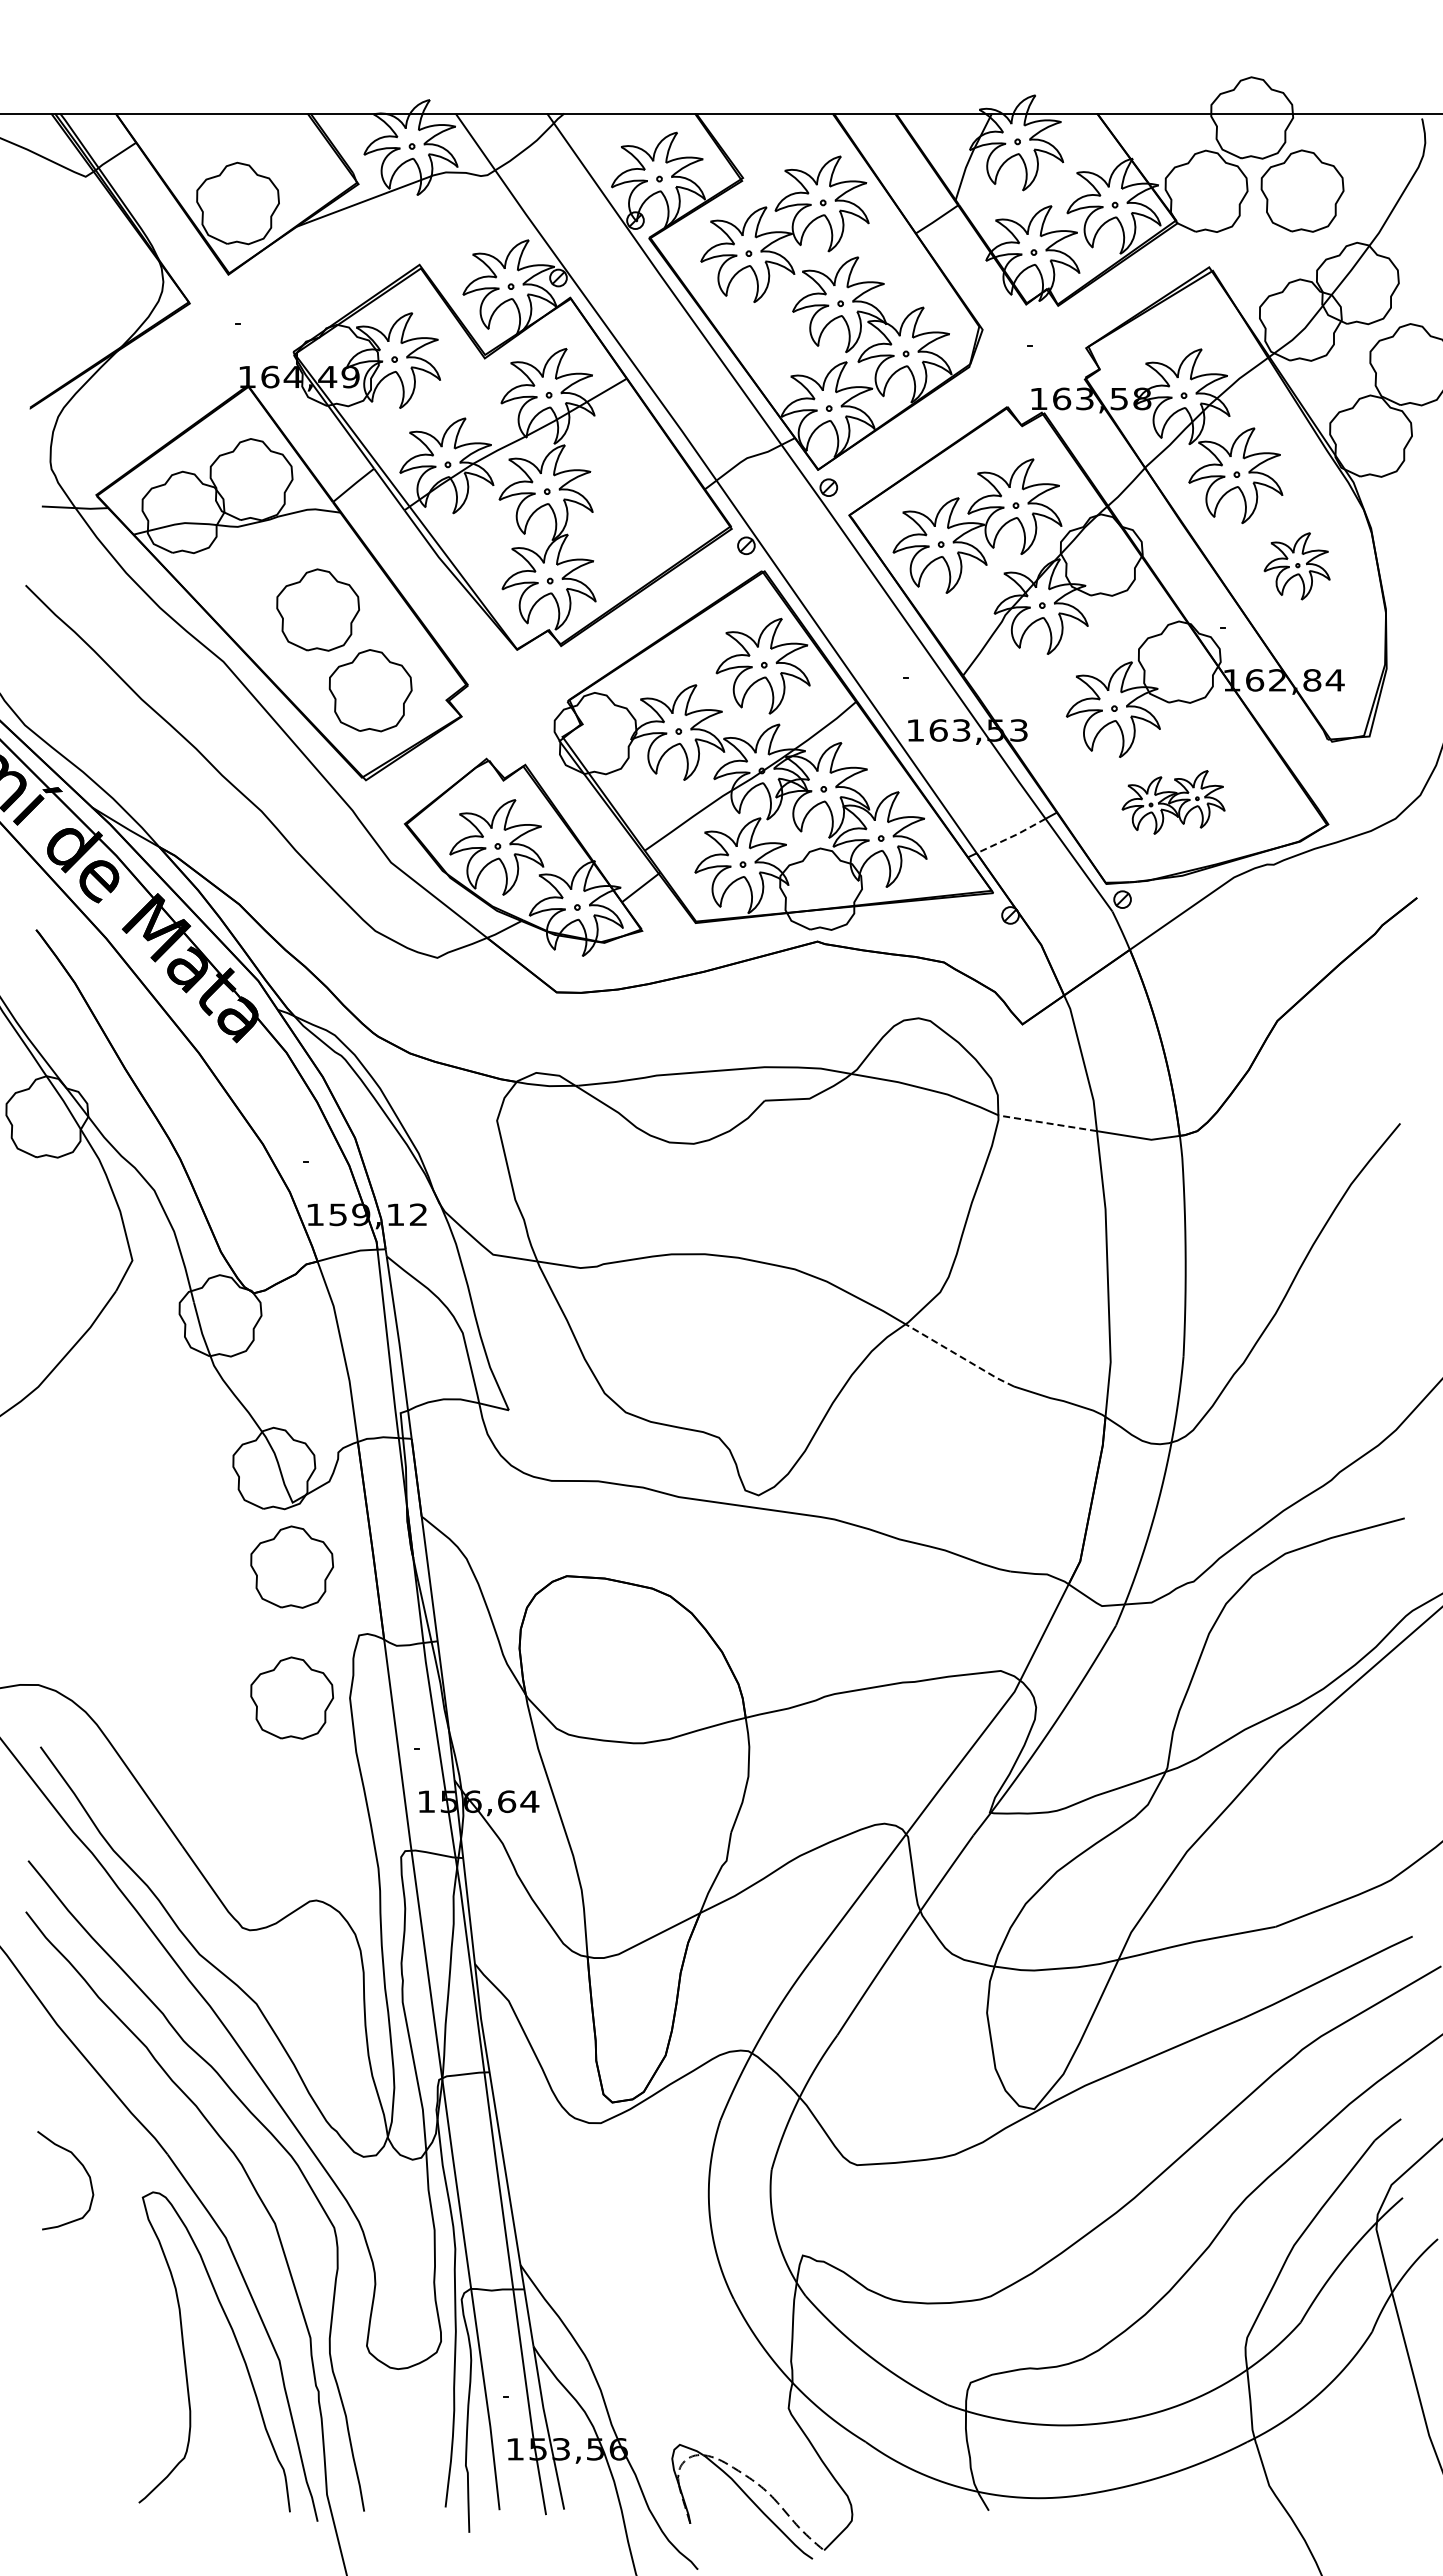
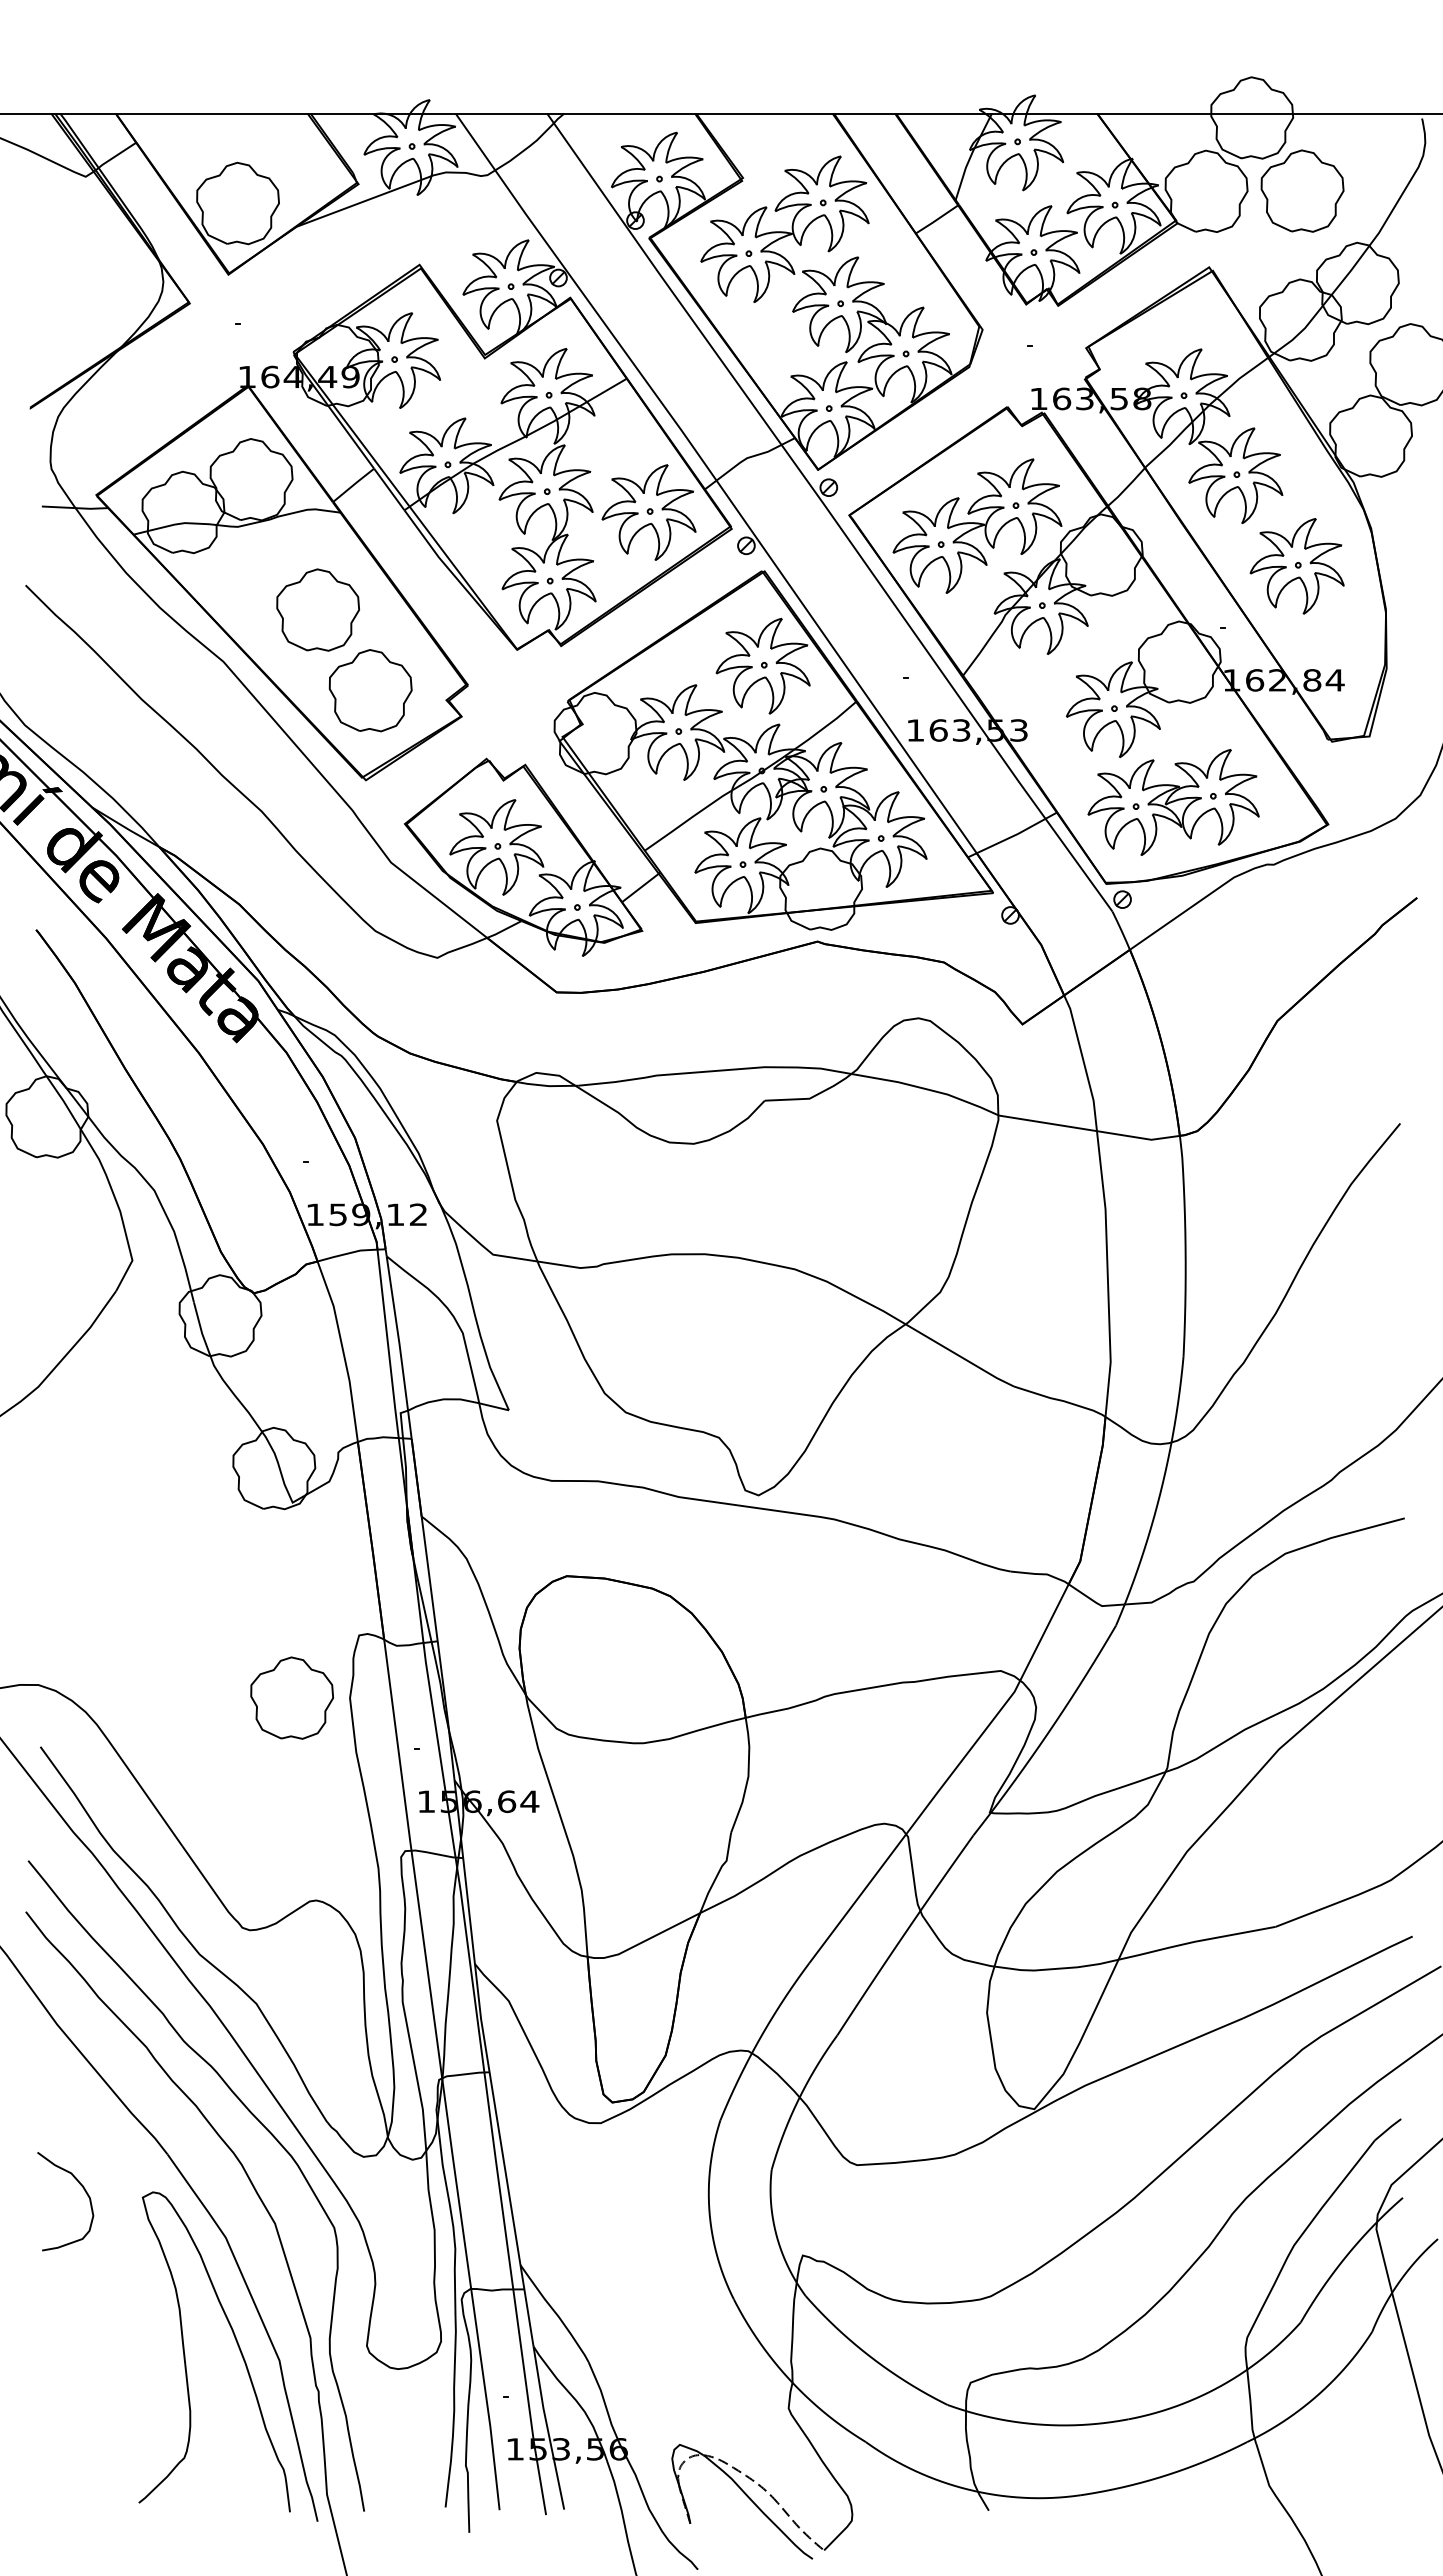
part at (648, 512): none -> present
part at (1296, 566) size: 68x69 px -> 96x97 px
part at (1173, 802) size: 105x65 px -> 173x107 px
line at (1011, 836): dashed -> solid
line at (1047, 1123): dashed -> solid
line at (959, 1356): dashed -> solid
part at (291, 1566): present -> none
curve at (84, 2170) position: (84, 2170) -> (84, 2191)
